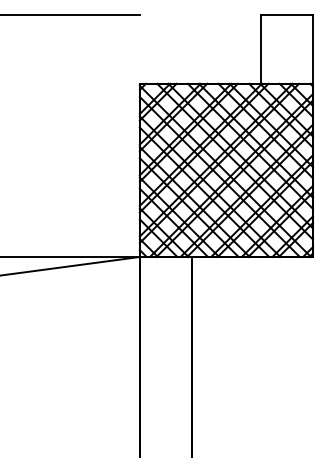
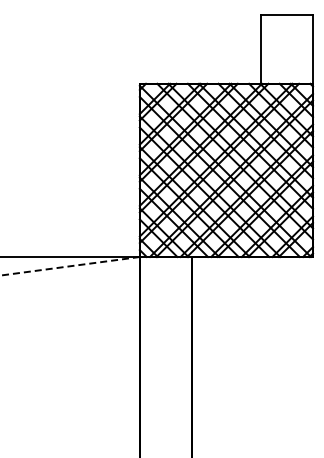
line at (70, 14): present -> none
line at (69, 266): solid -> dashed
